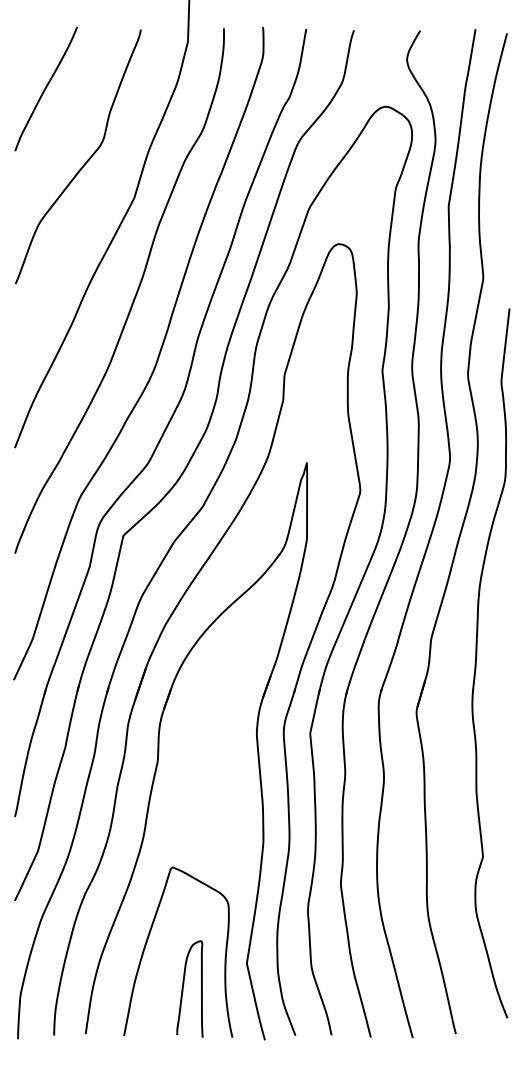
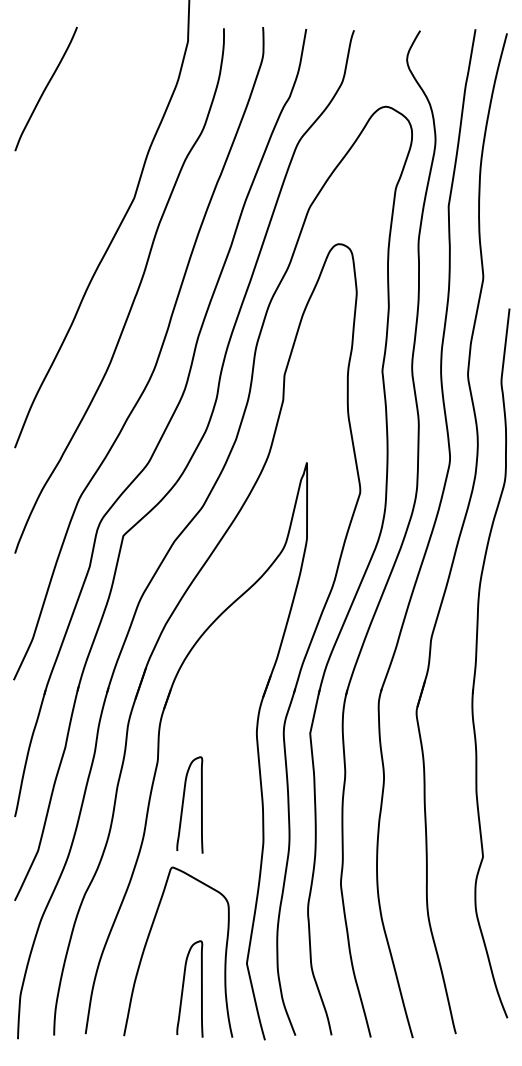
curve at (84, 163): present -> none
curve at (183, 804): none -> present
